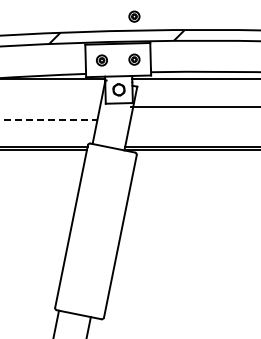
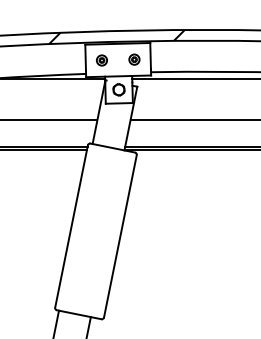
part at (134, 16): present -> none
line at (193, 107) position: (193, 107) -> (193, 120)
line at (49, 120): dashed -> solid
